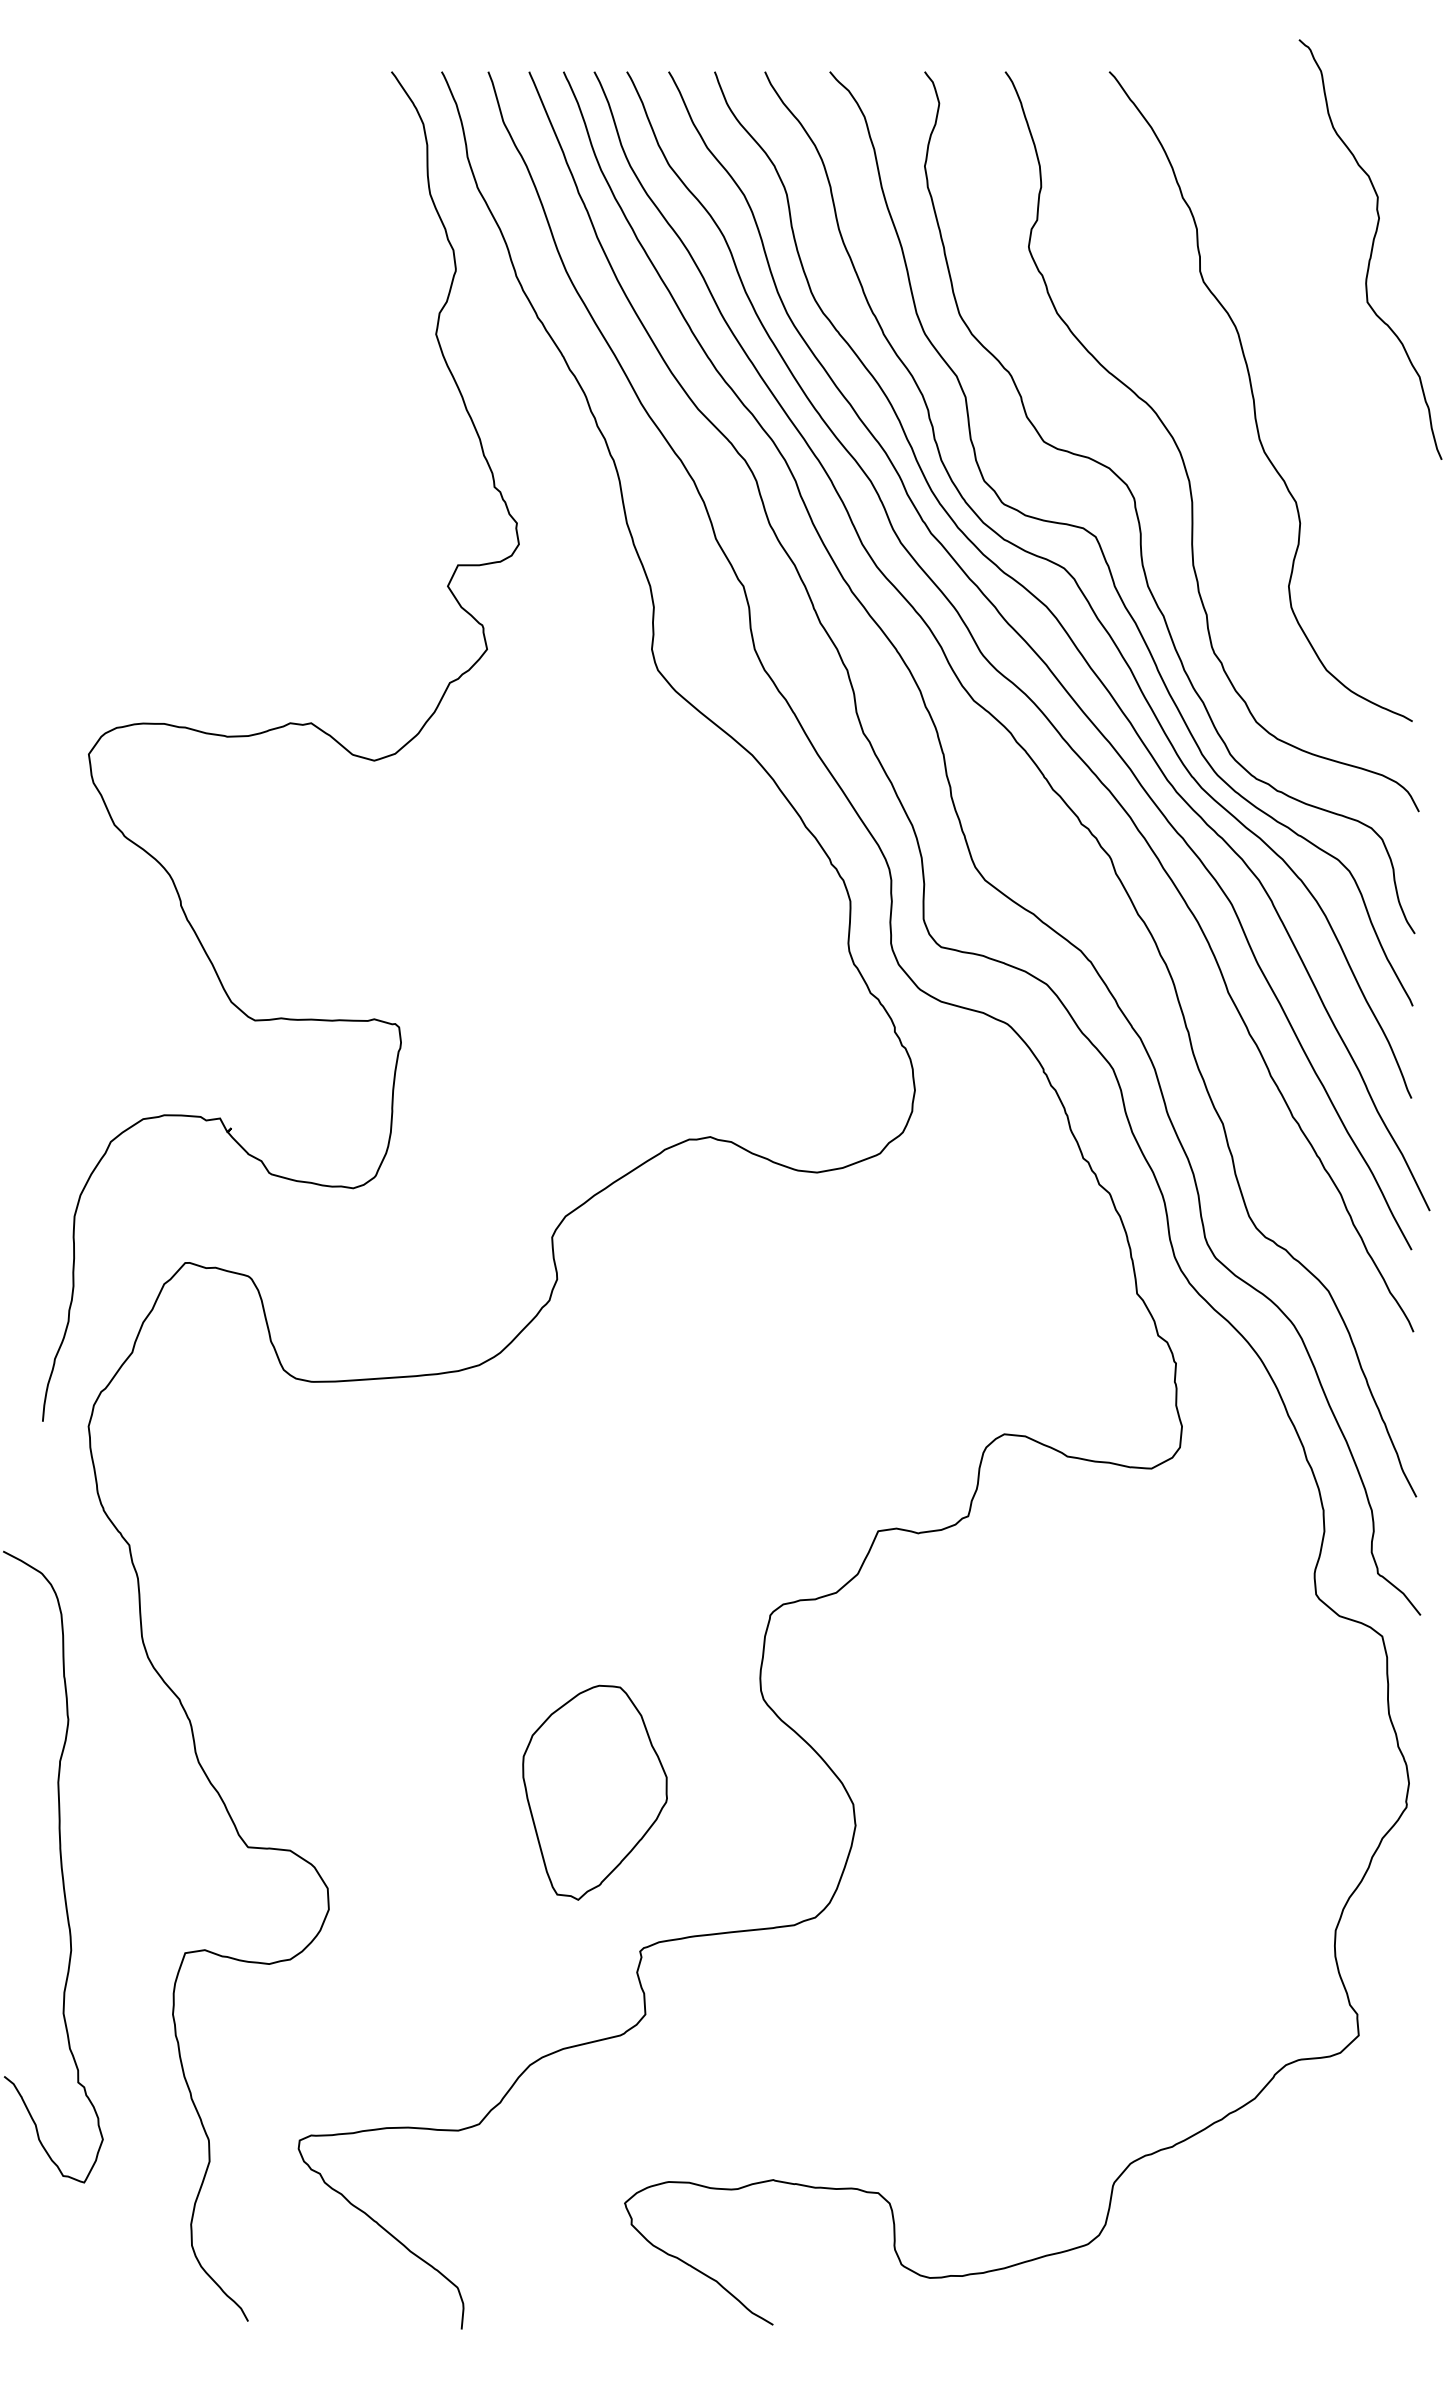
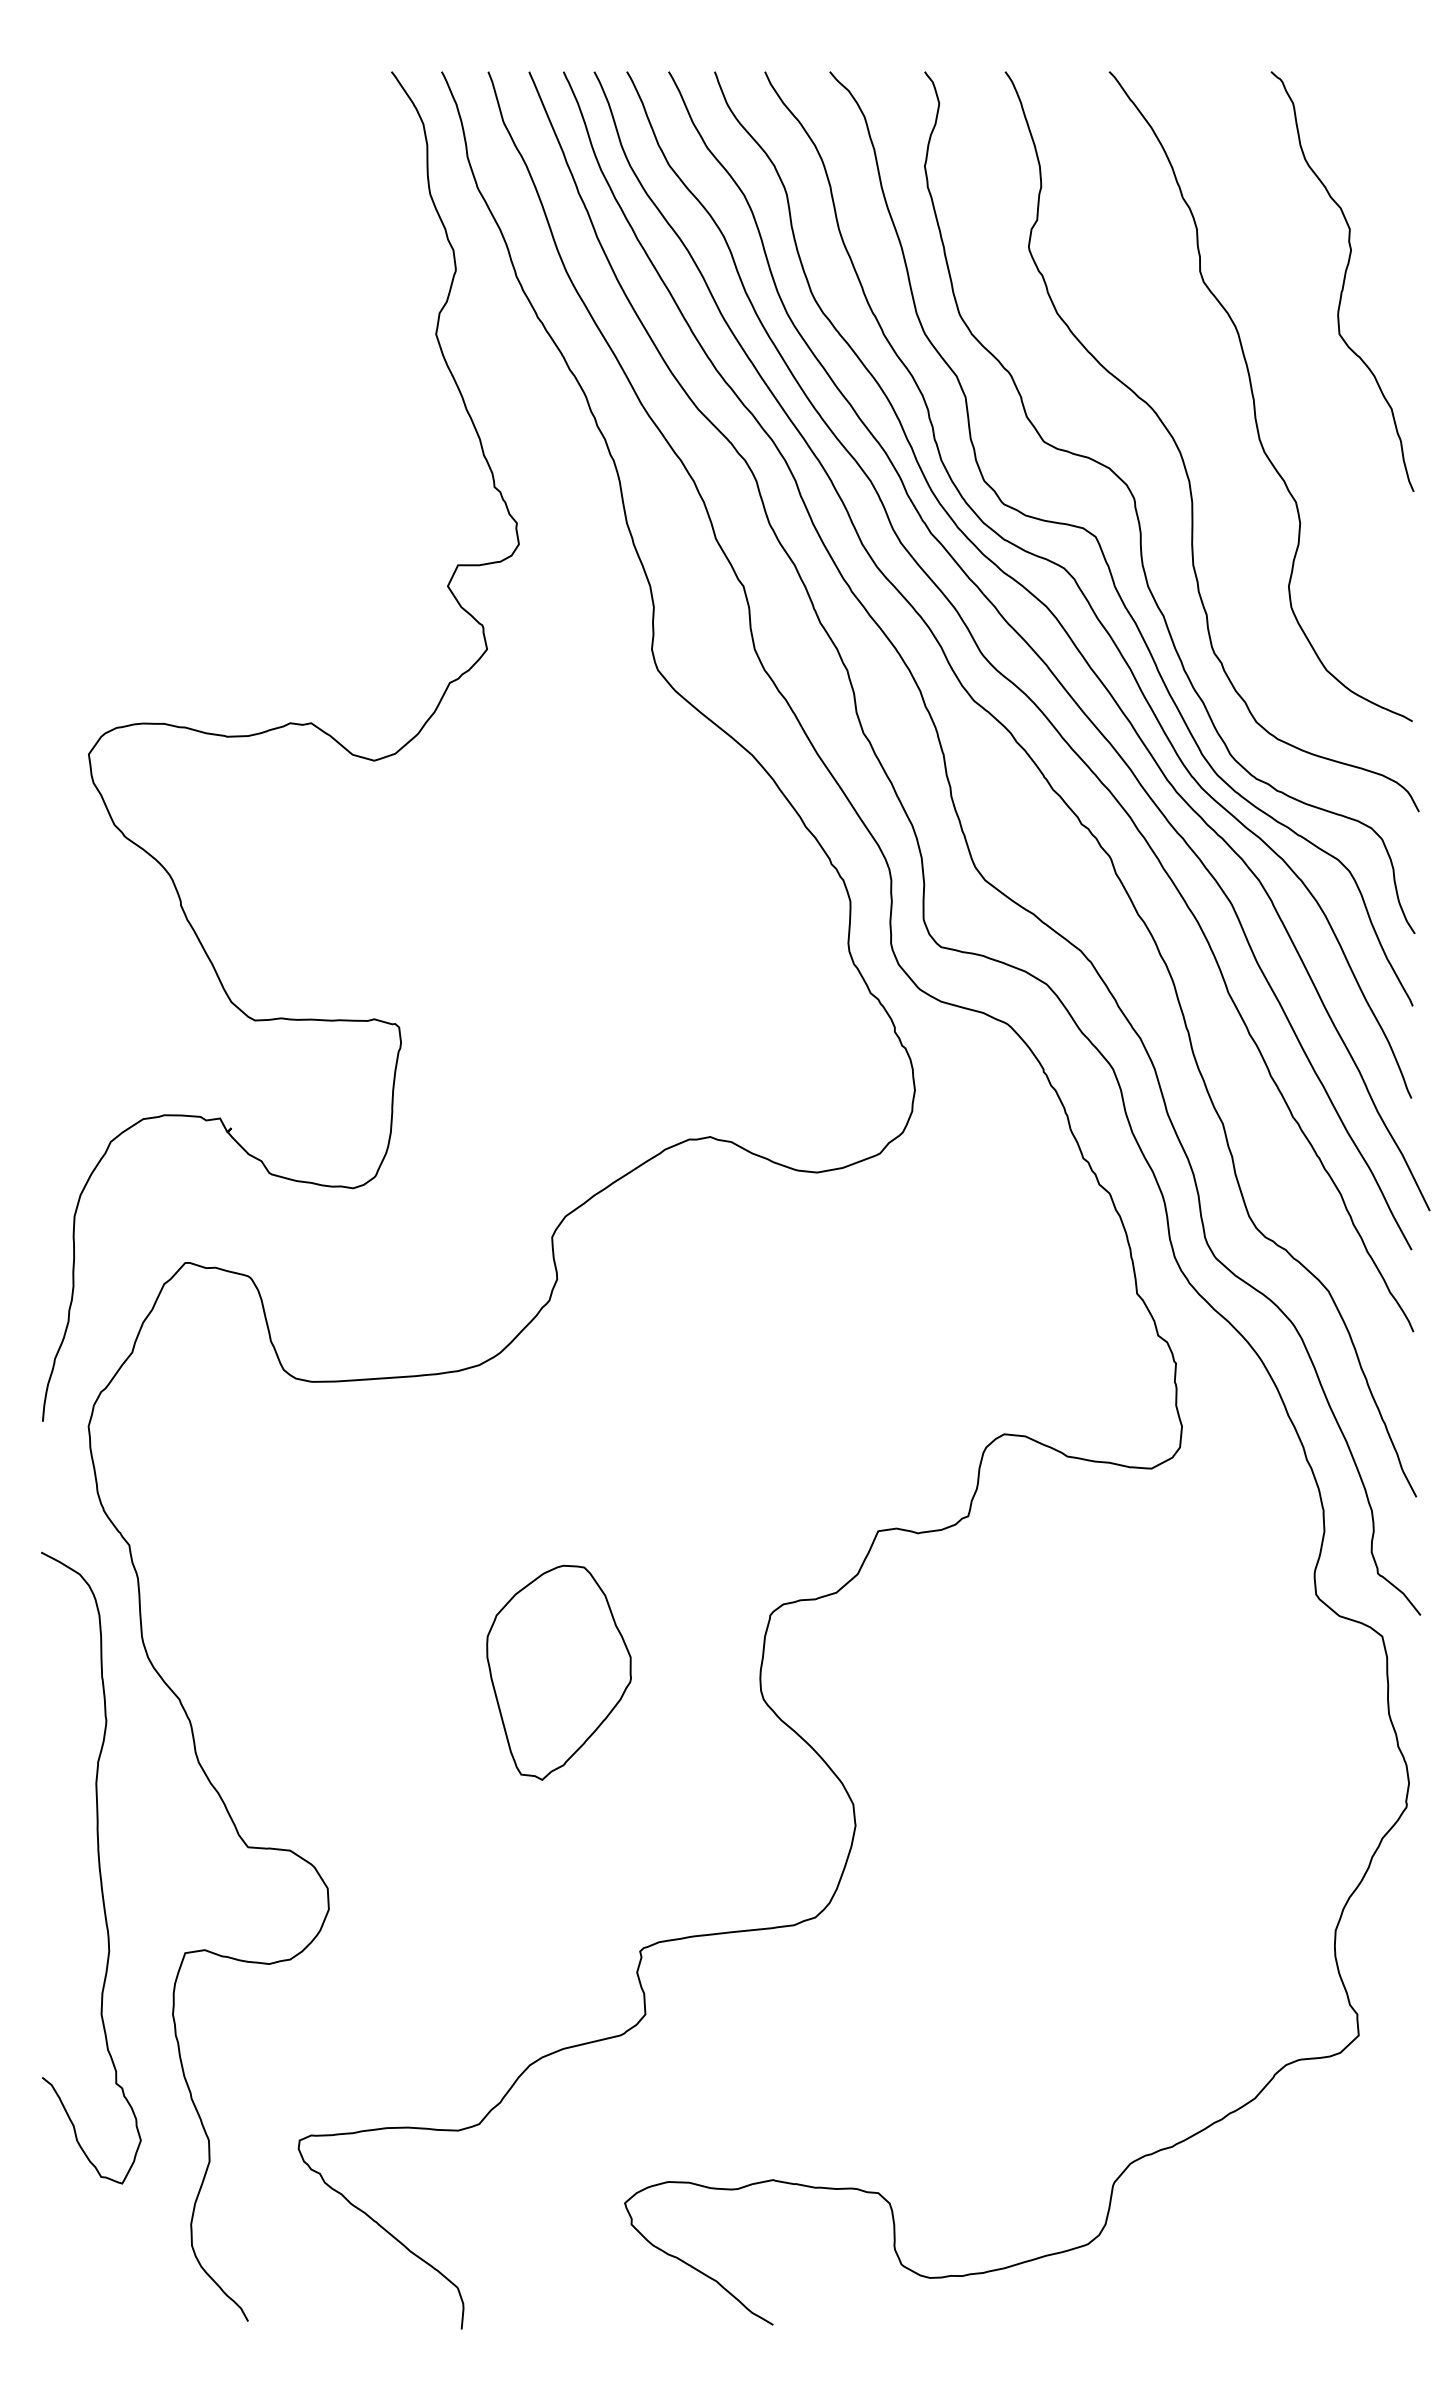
curve at (1371, 249) position: (1371, 249) -> (1343, 281)
part at (594, 1792) position: (594, 1792) -> (558, 1672)
curve at (60, 1866) position: (60, 1866) -> (98, 1867)
